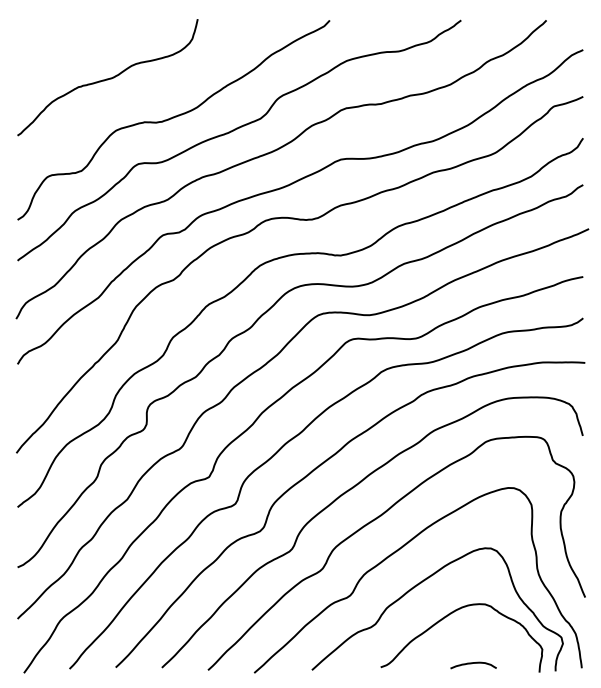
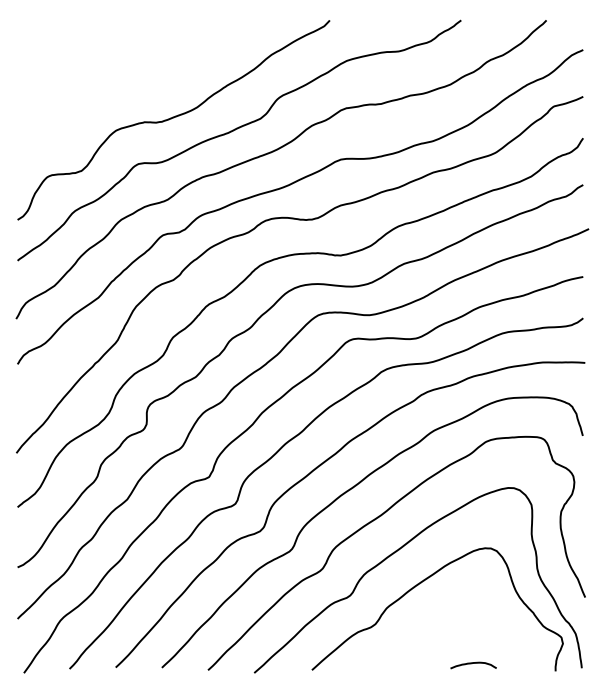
curve at (107, 78): present -> none
curve at (448, 616): present -> none
